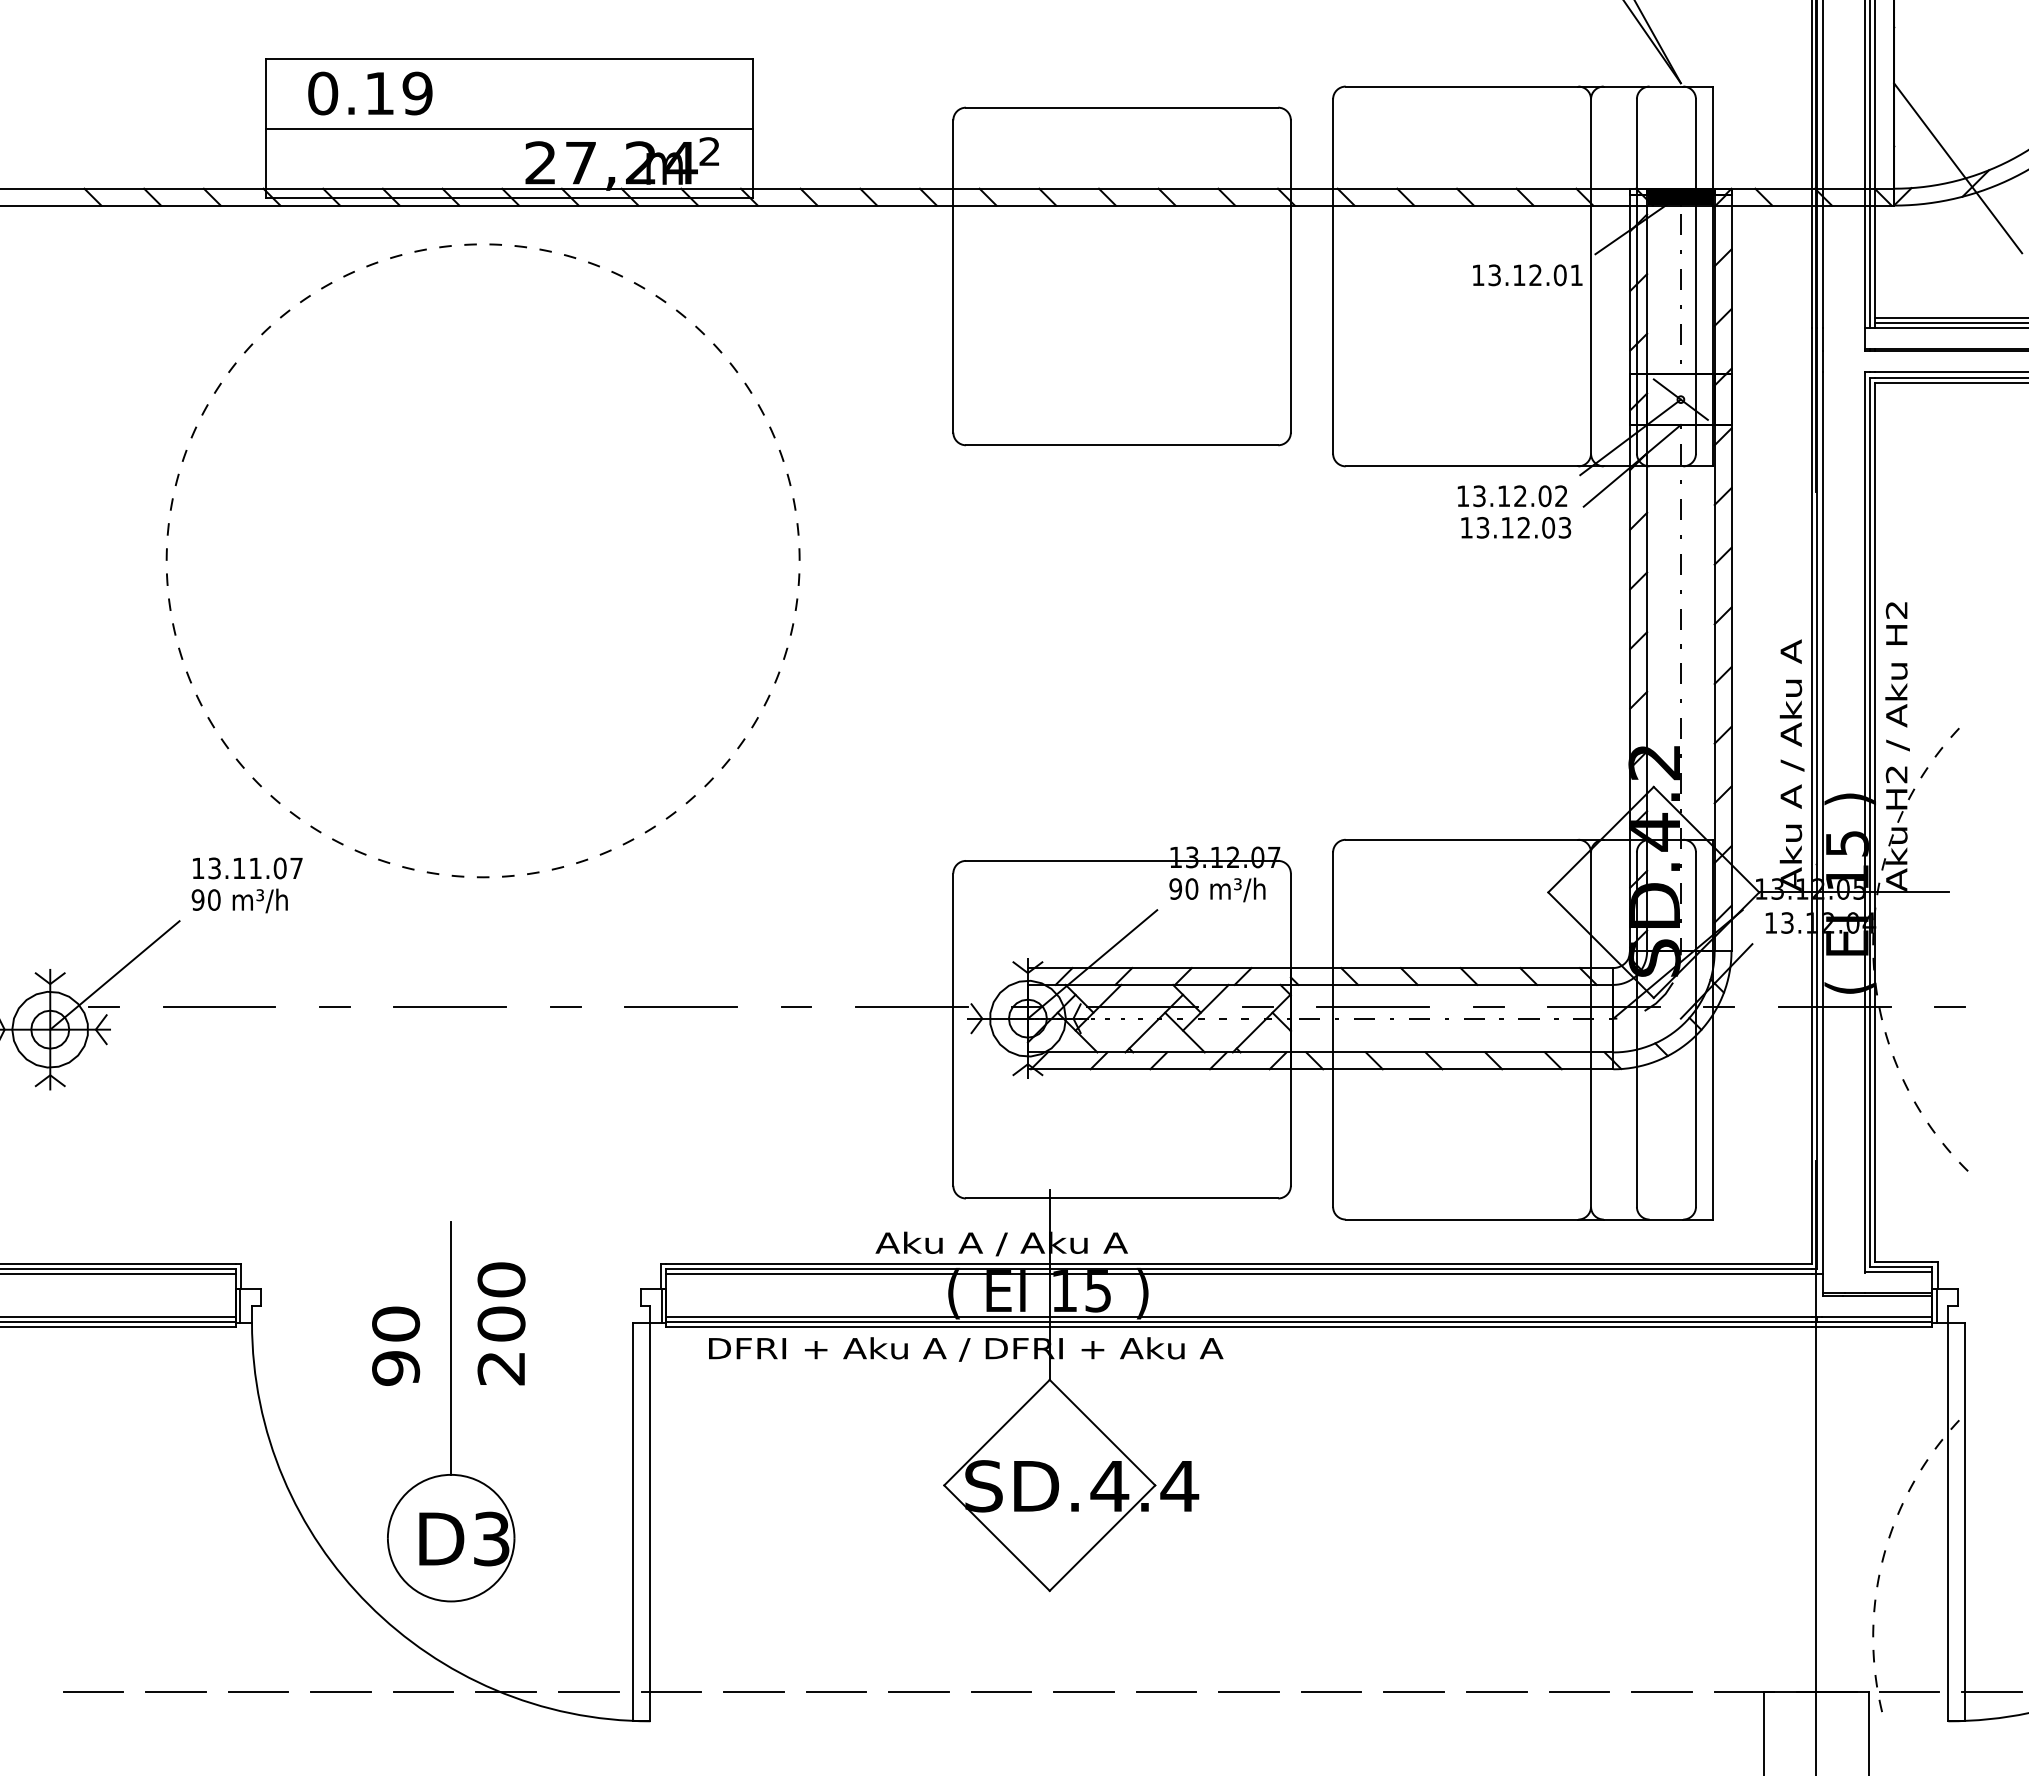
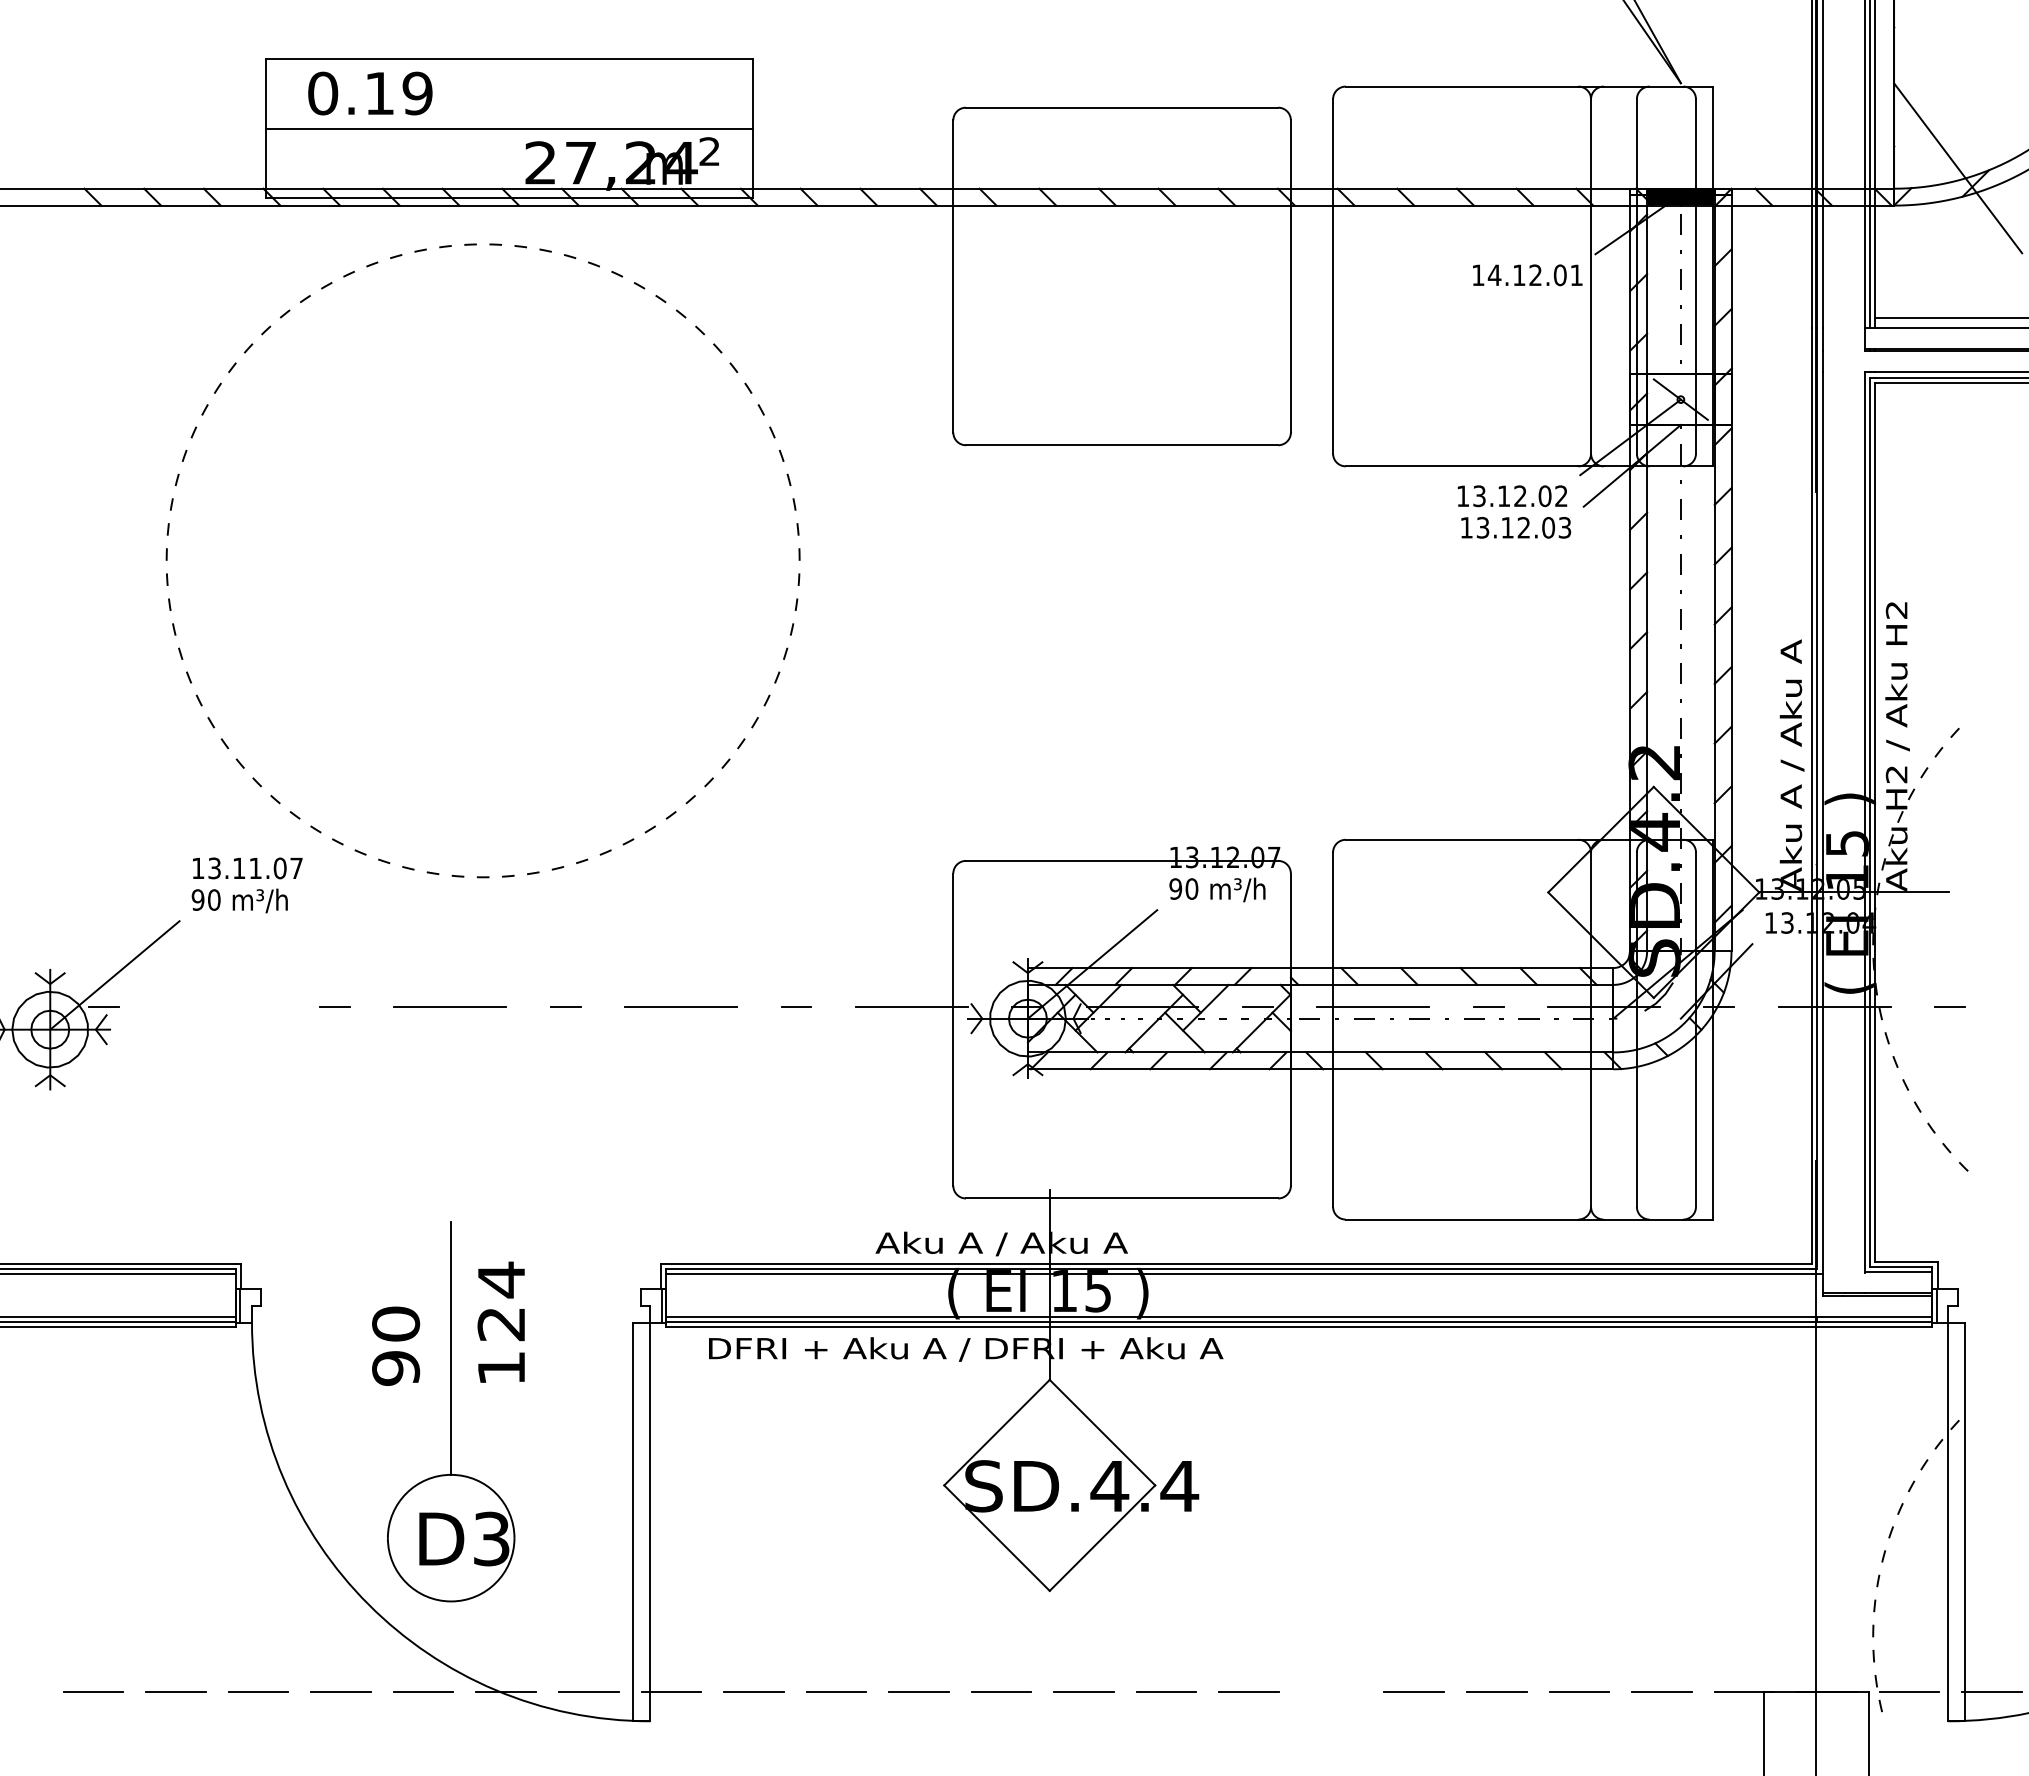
text at (1494, 275): 13.12.01 -> 14.12.01
line at (1950, 322): present -> none
line at (219, 1007): present -> none
text at (501, 1323): 200 -> 124
line at (1331, 1691): present -> none
